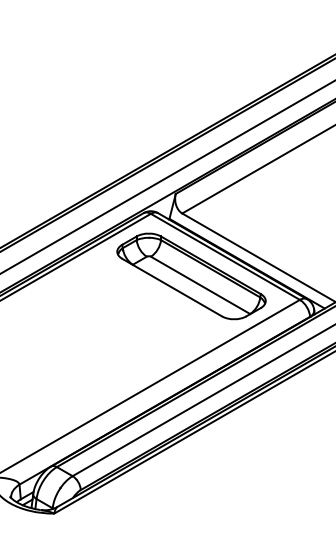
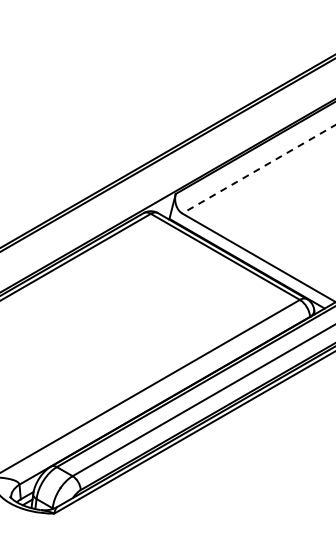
line at (258, 169): solid -> dashed
line at (167, 177): present -> none
part at (191, 276): present -> none
